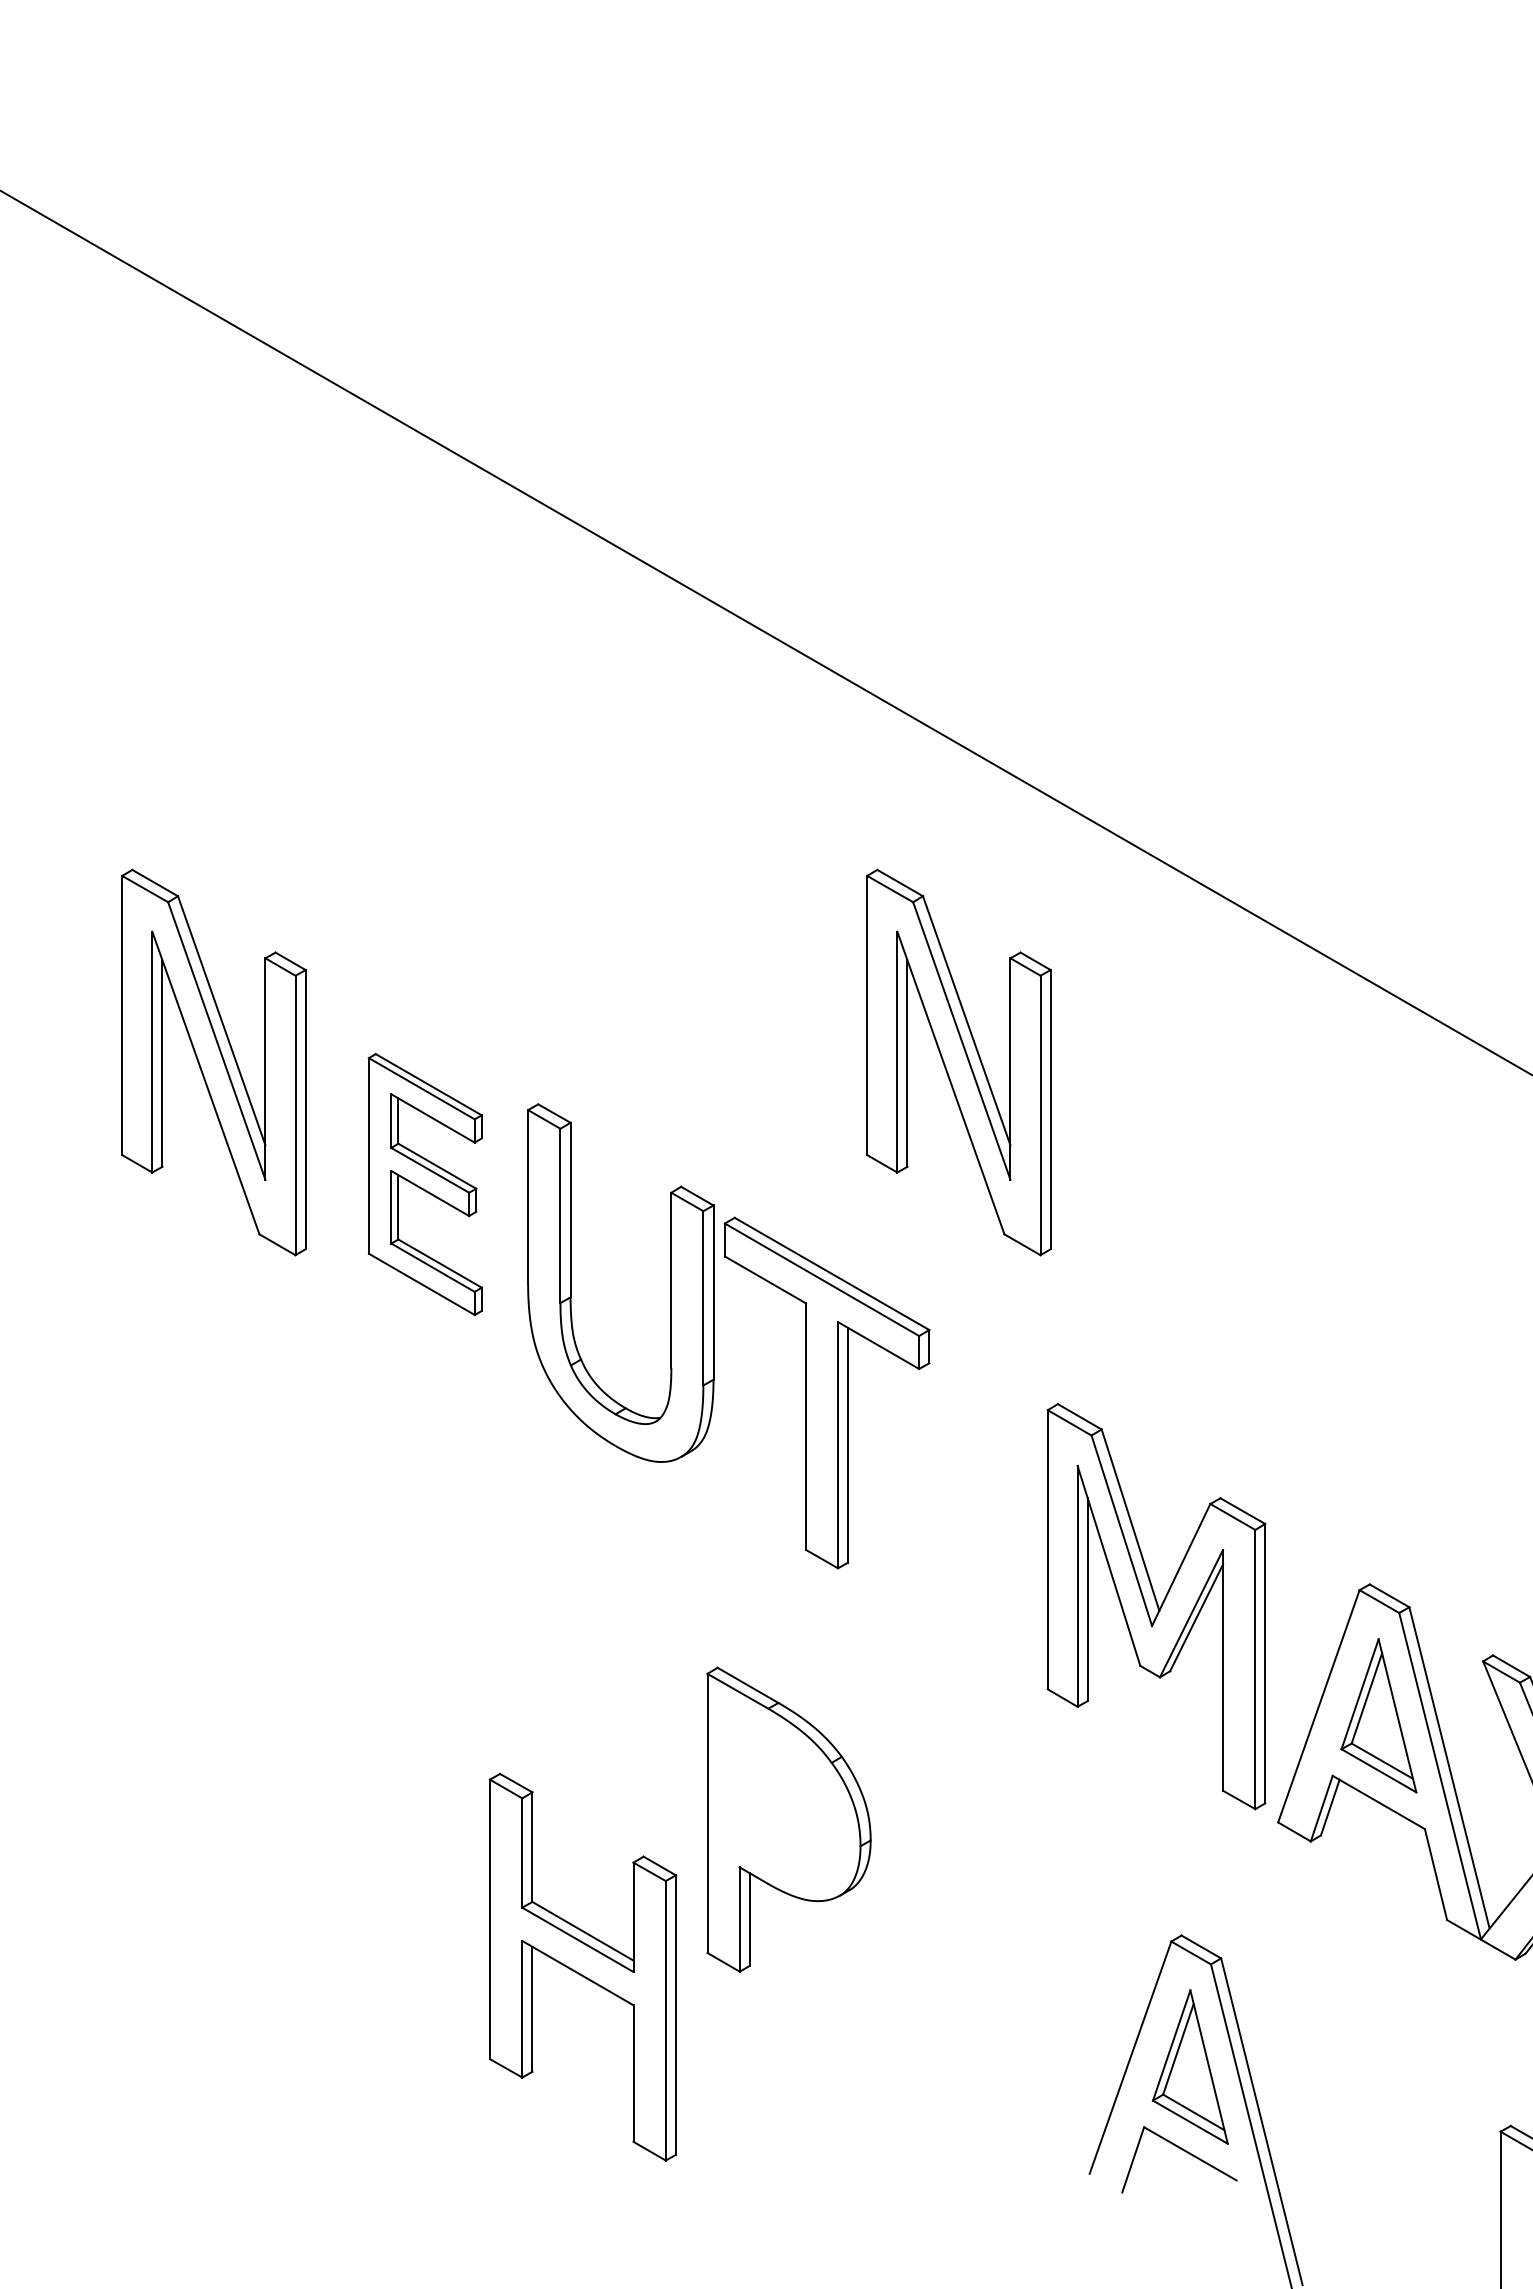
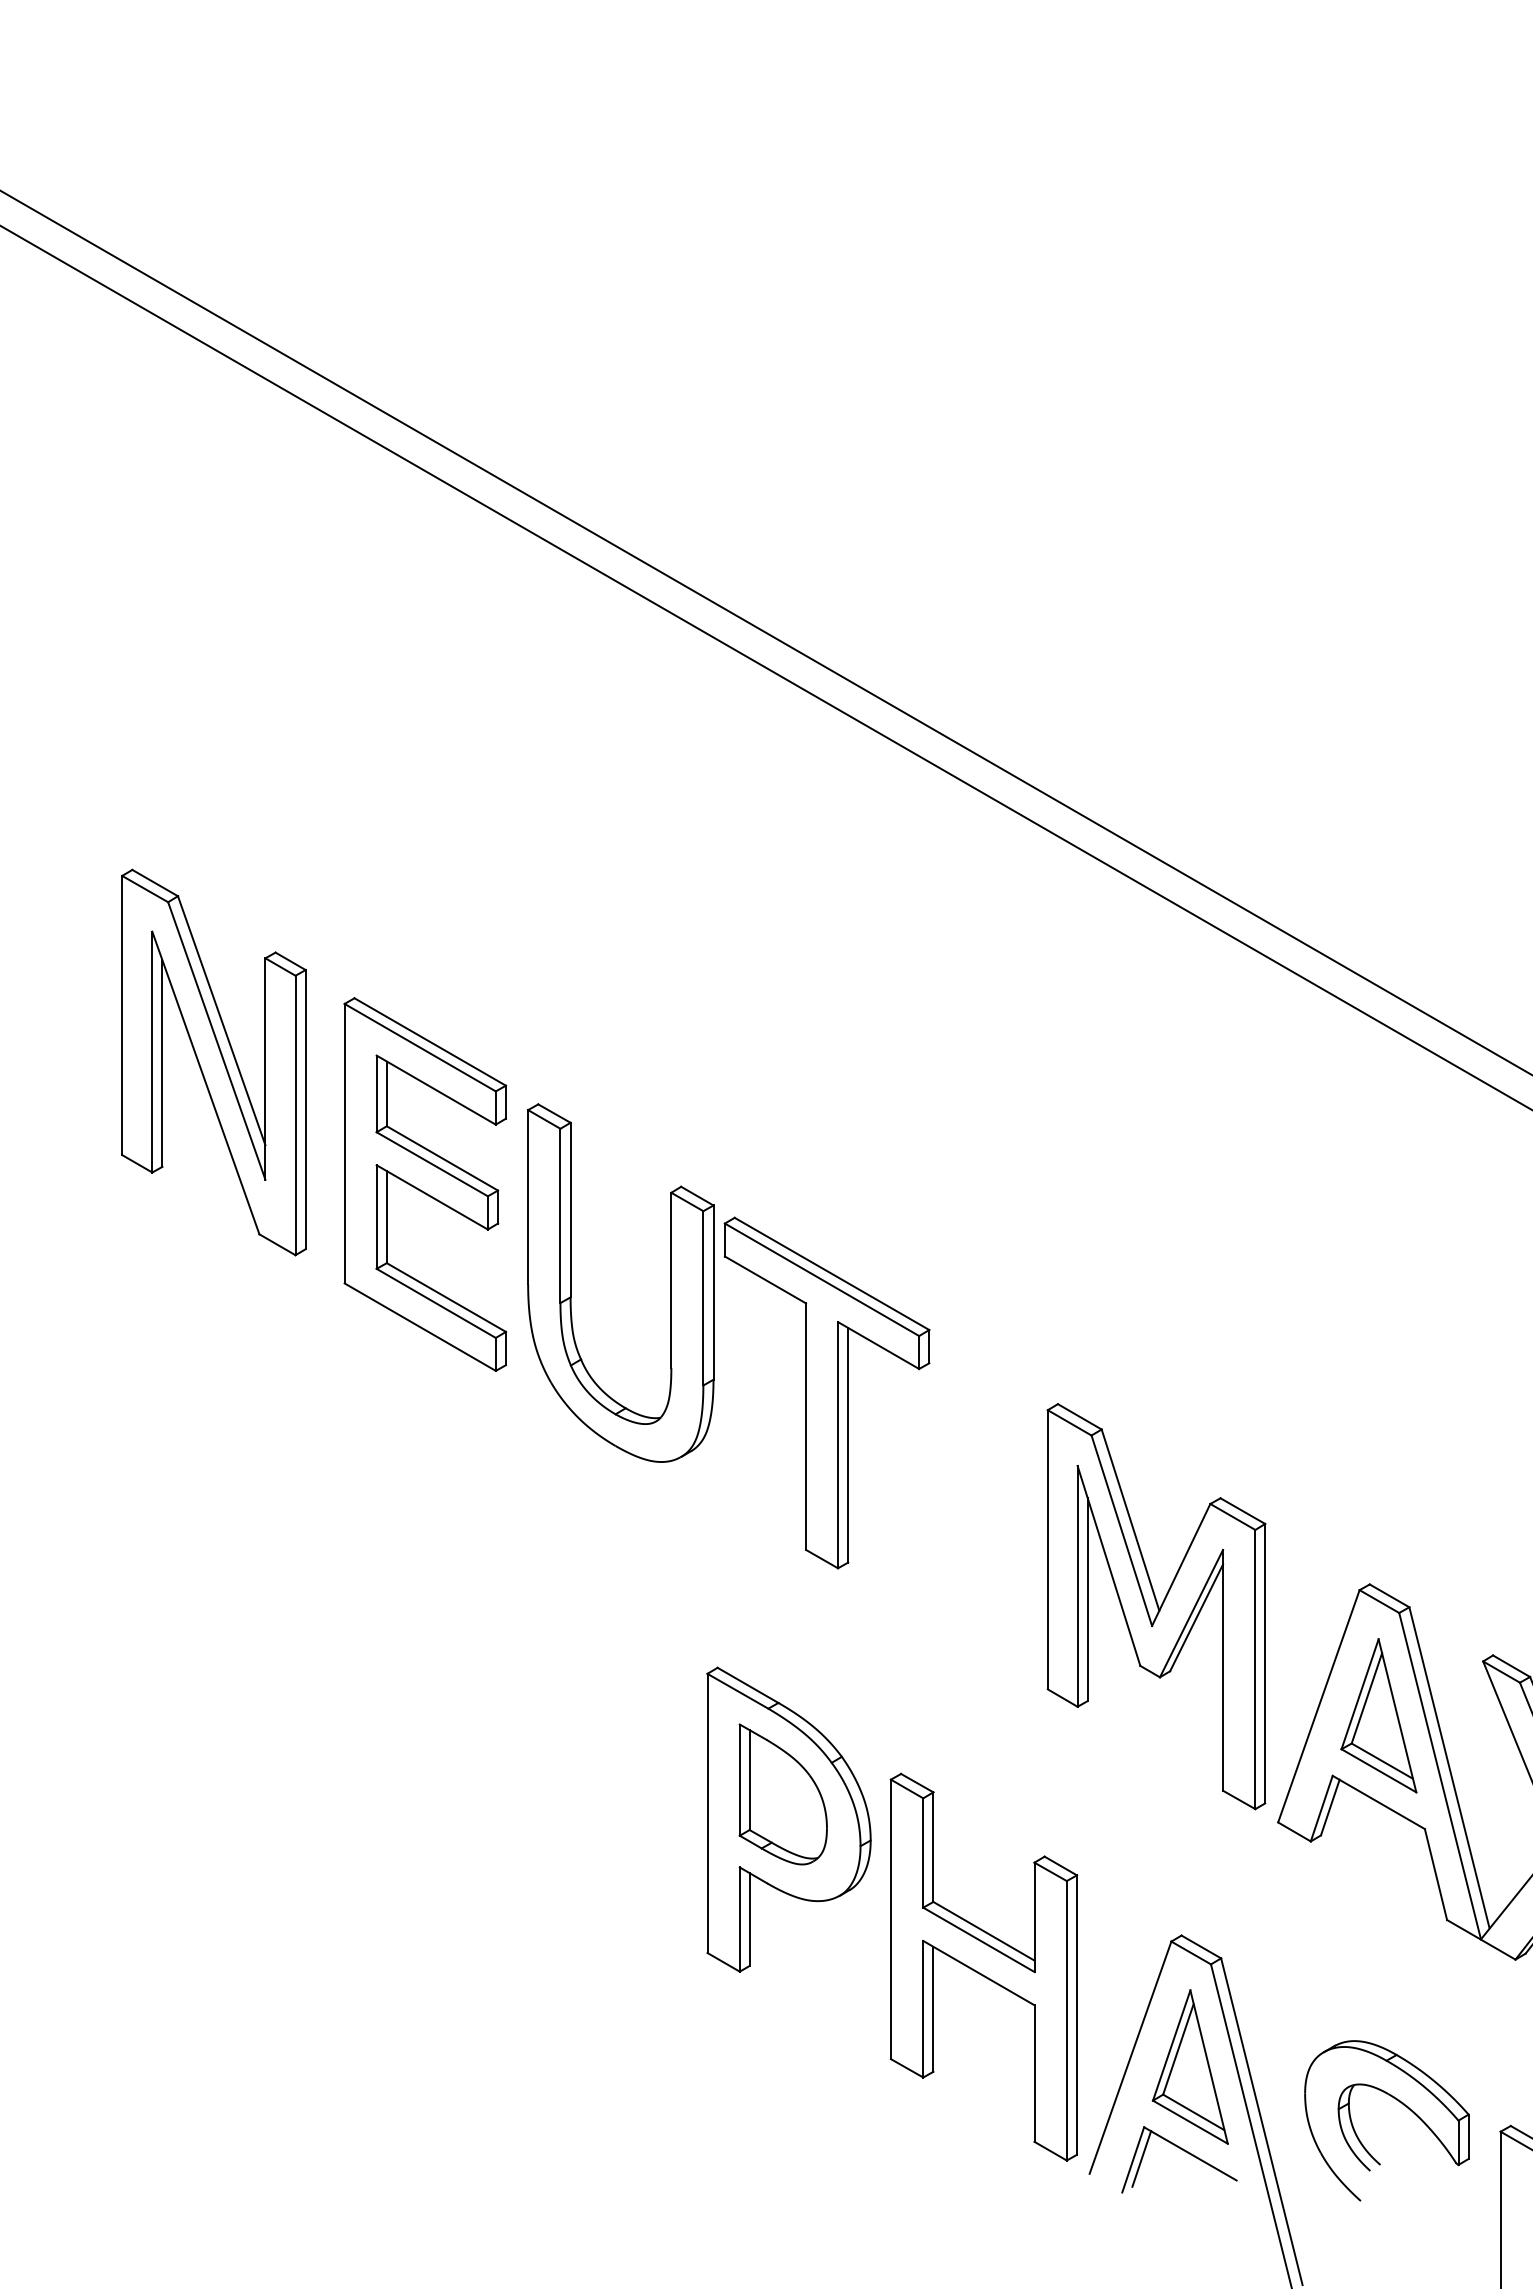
line at (765, 667): none -> present
part at (958, 1062): present -> none
part at (424, 1184) size: 116x264 px -> 165x375 px
part at (782, 1794): none -> present
part at (582, 1966) position: (582, 1966) -> (983, 1966)
part at (1399, 2102): none -> present
line at (1141, 2158): none -> present
